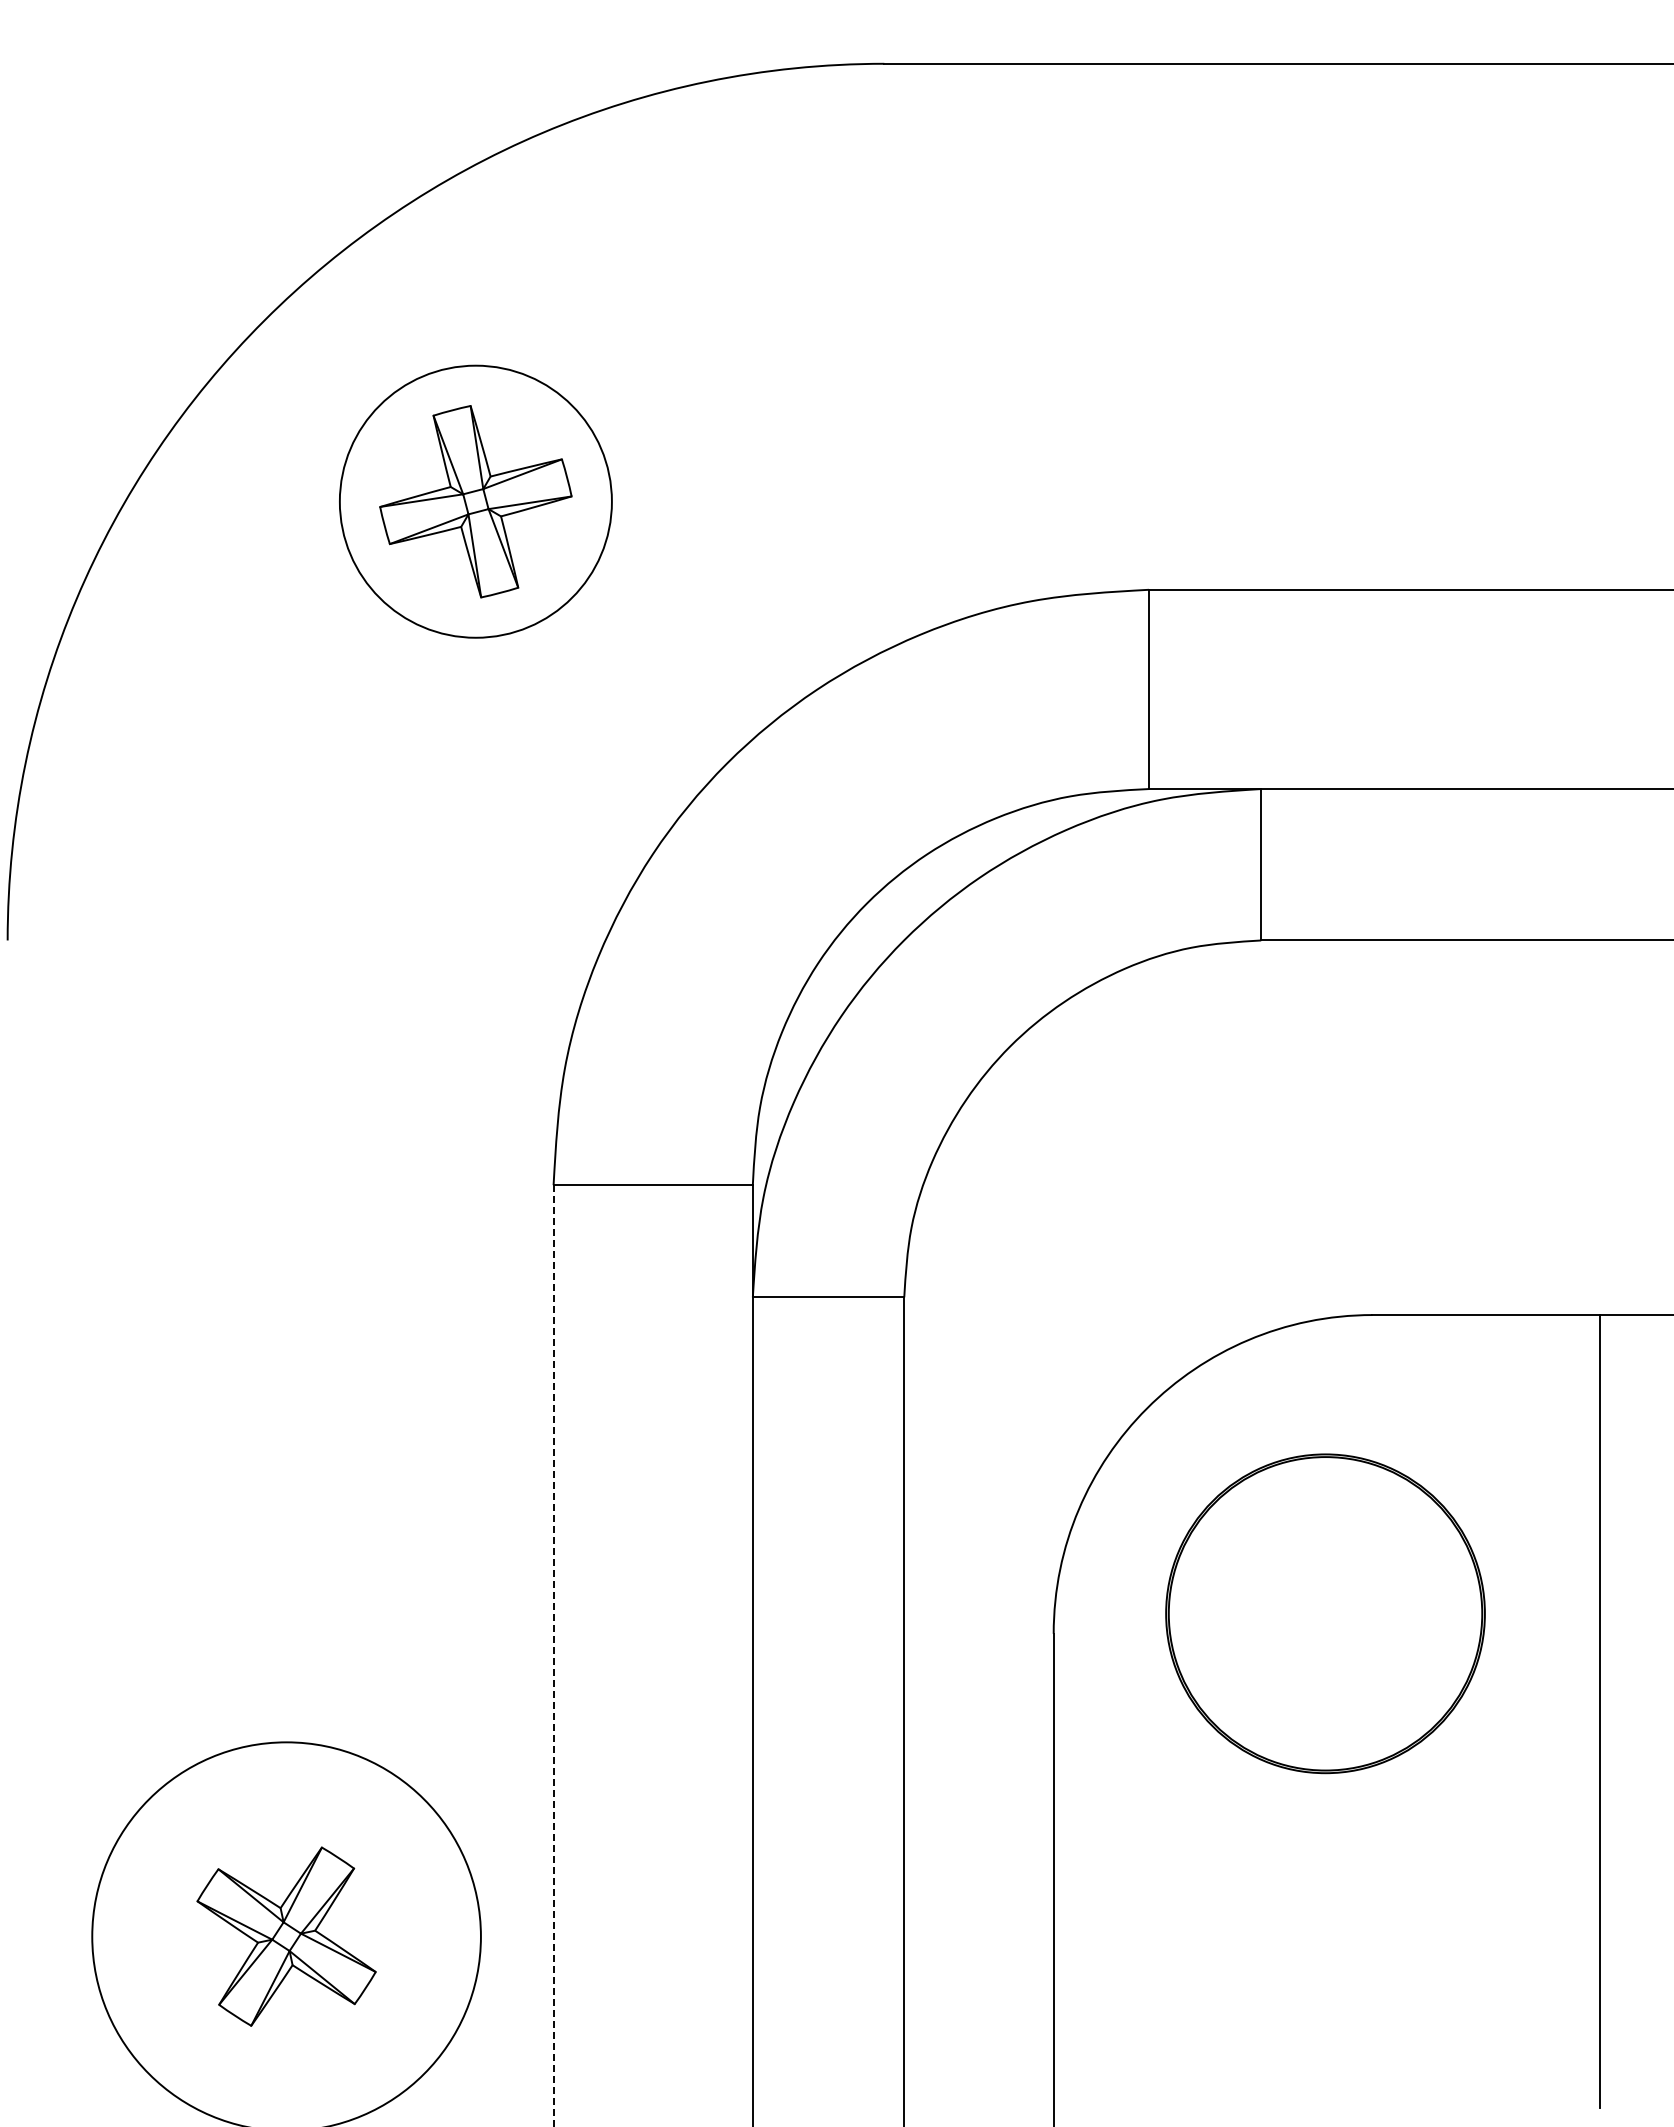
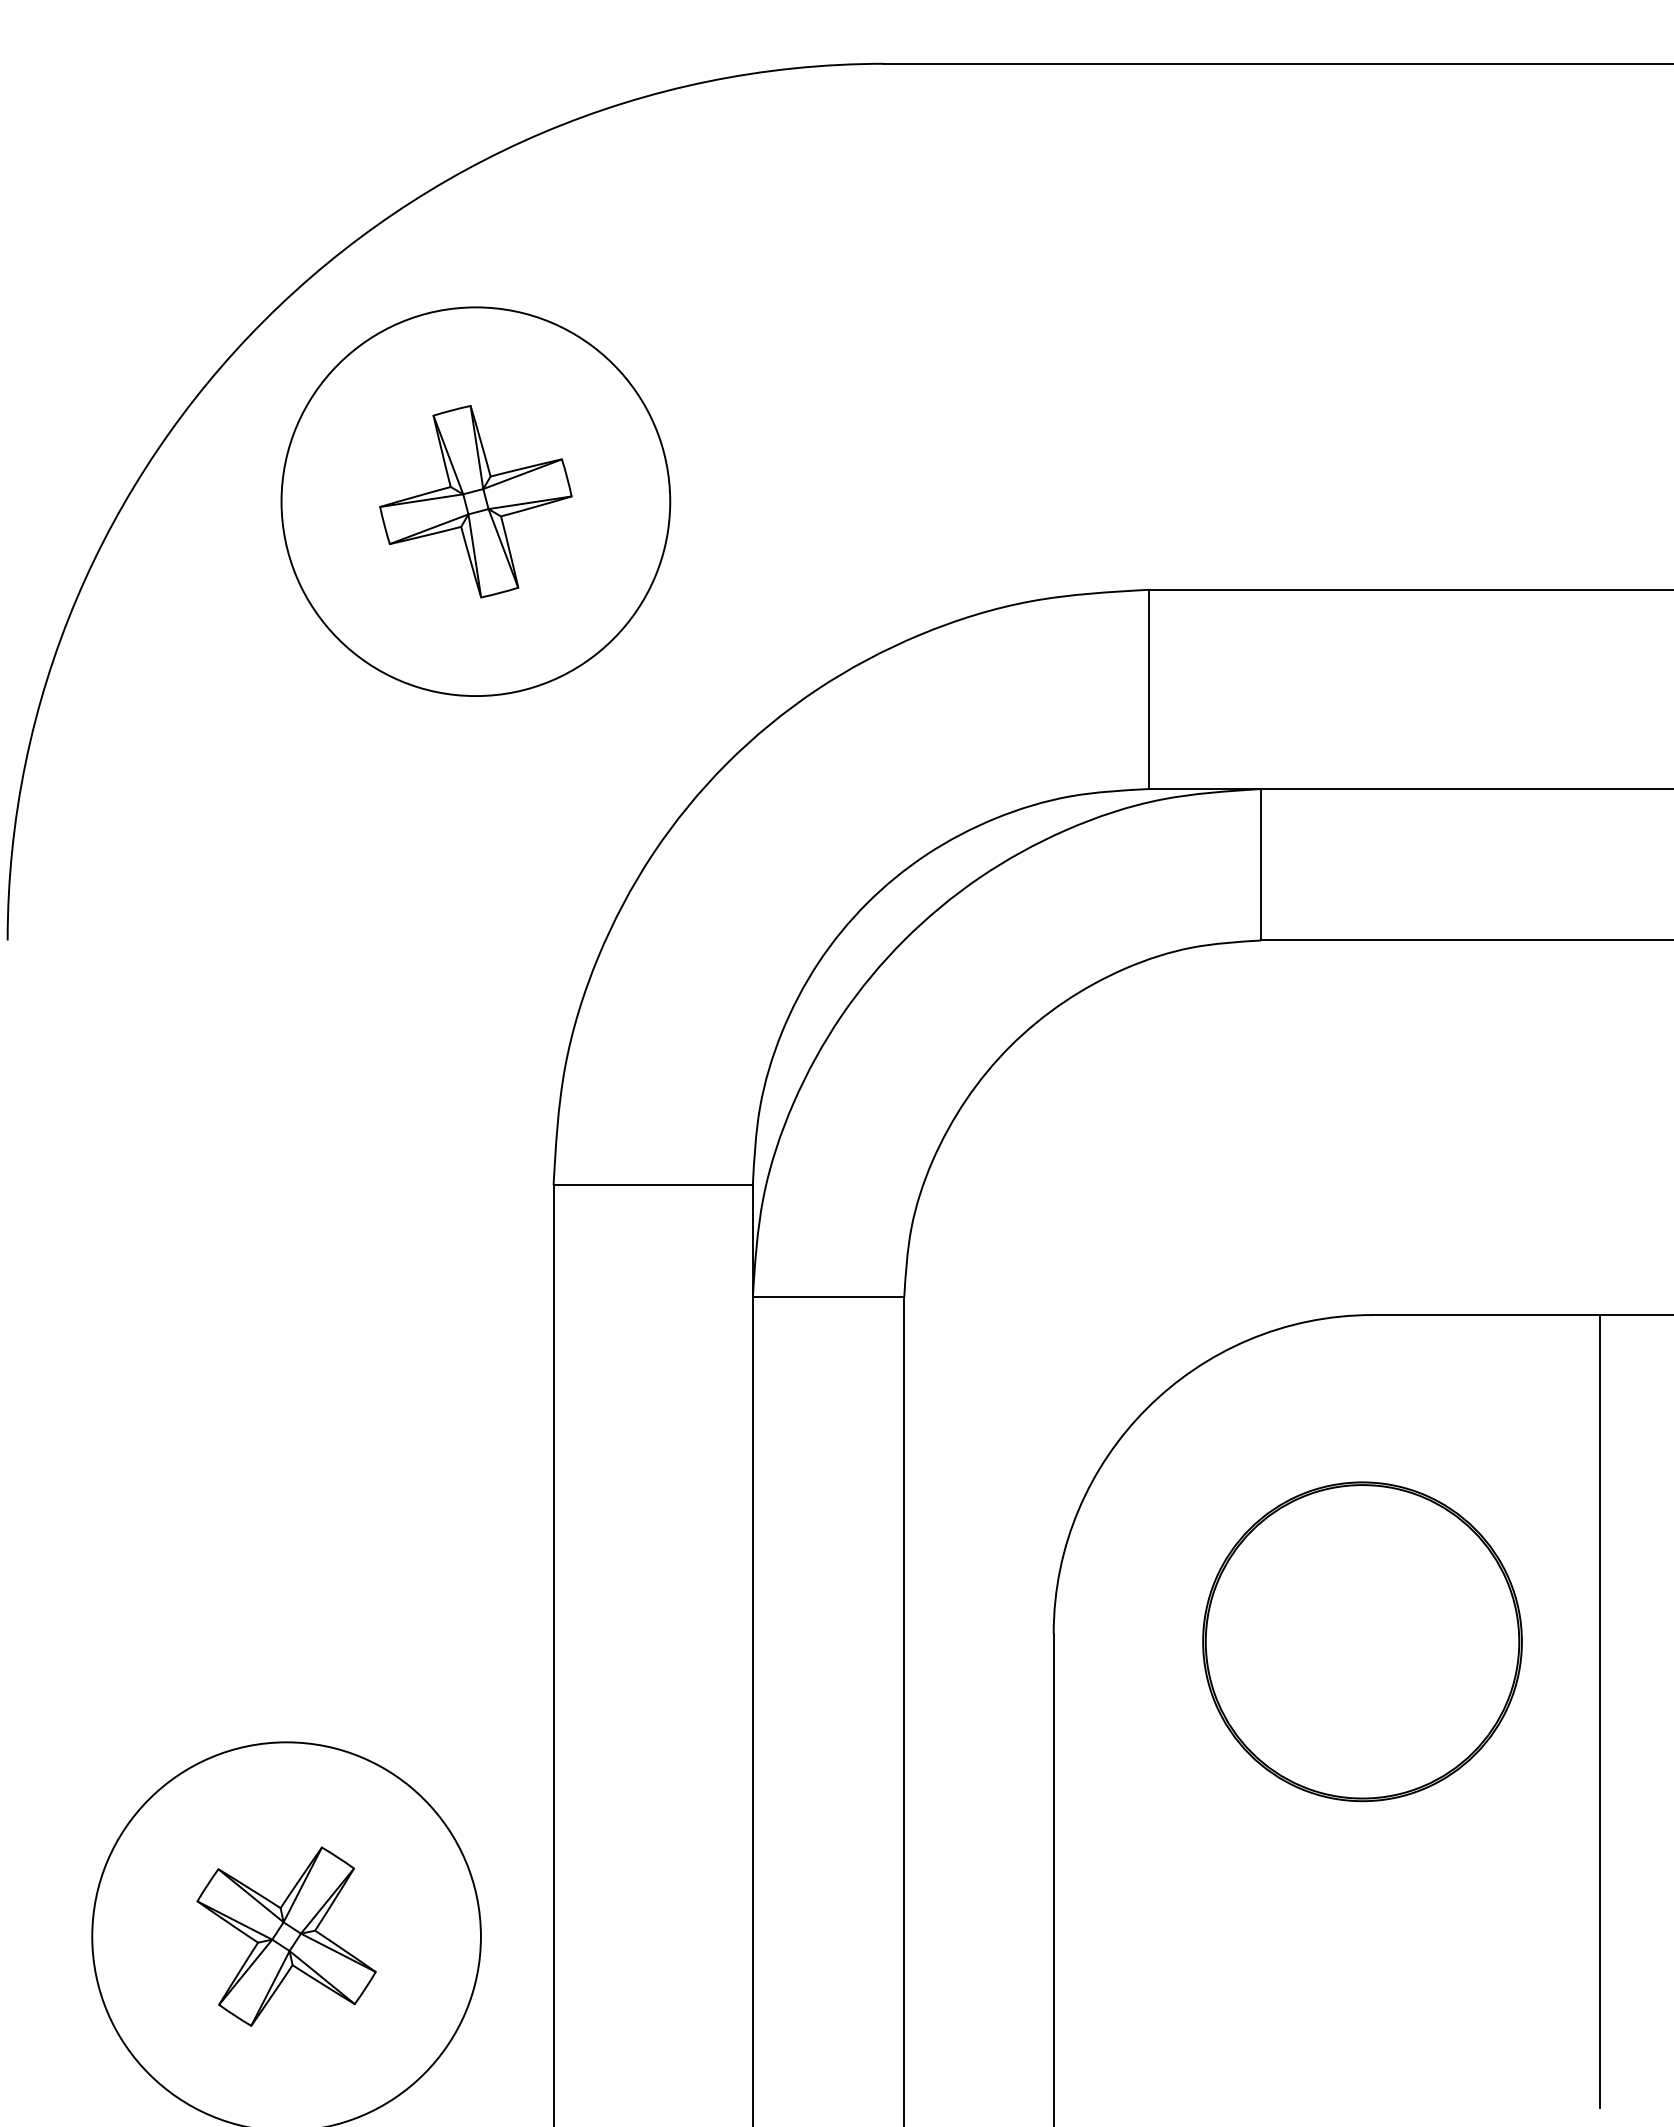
circle at (475, 501) diameter: 272 px -> 389 px
part at (1325, 1613) position: (1325, 1613) -> (1362, 1641)
line at (553, 1656): dashed -> solid
